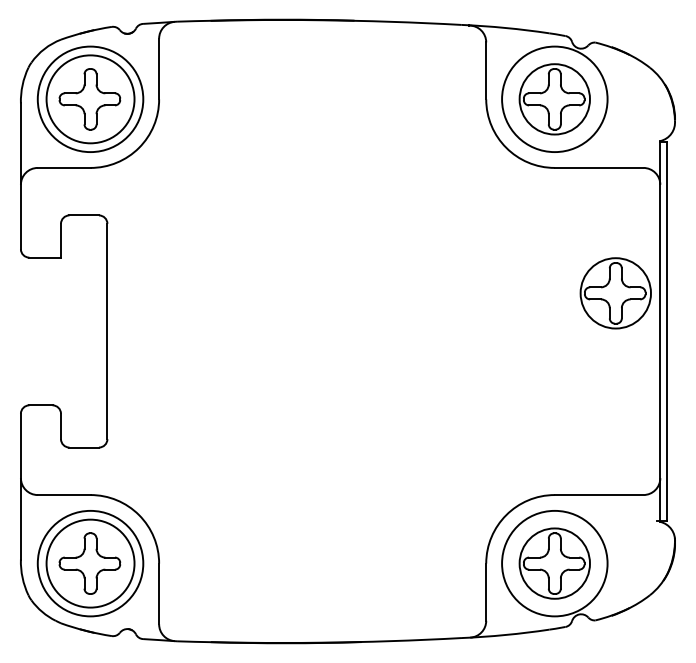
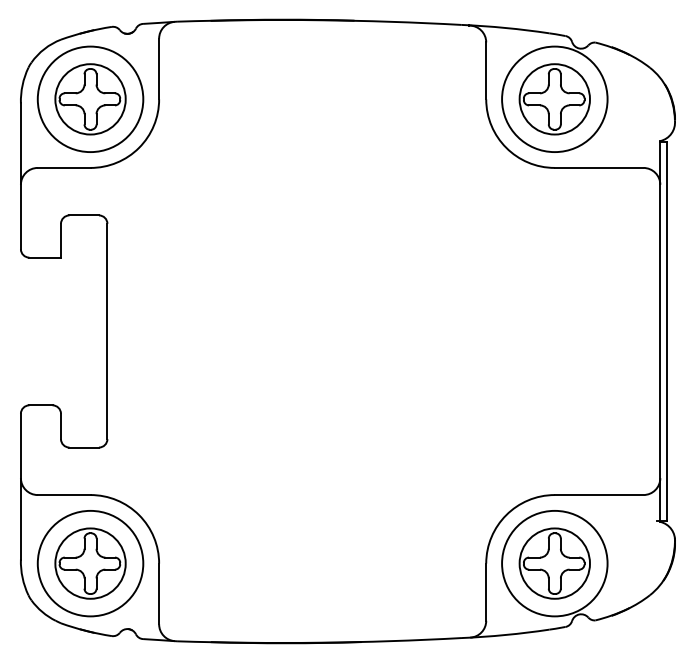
circle at (90, 99) diameter: 88 px -> 70 px
part at (615, 293): present -> none
circle at (90, 563) diameter: 88 px -> 70 px
